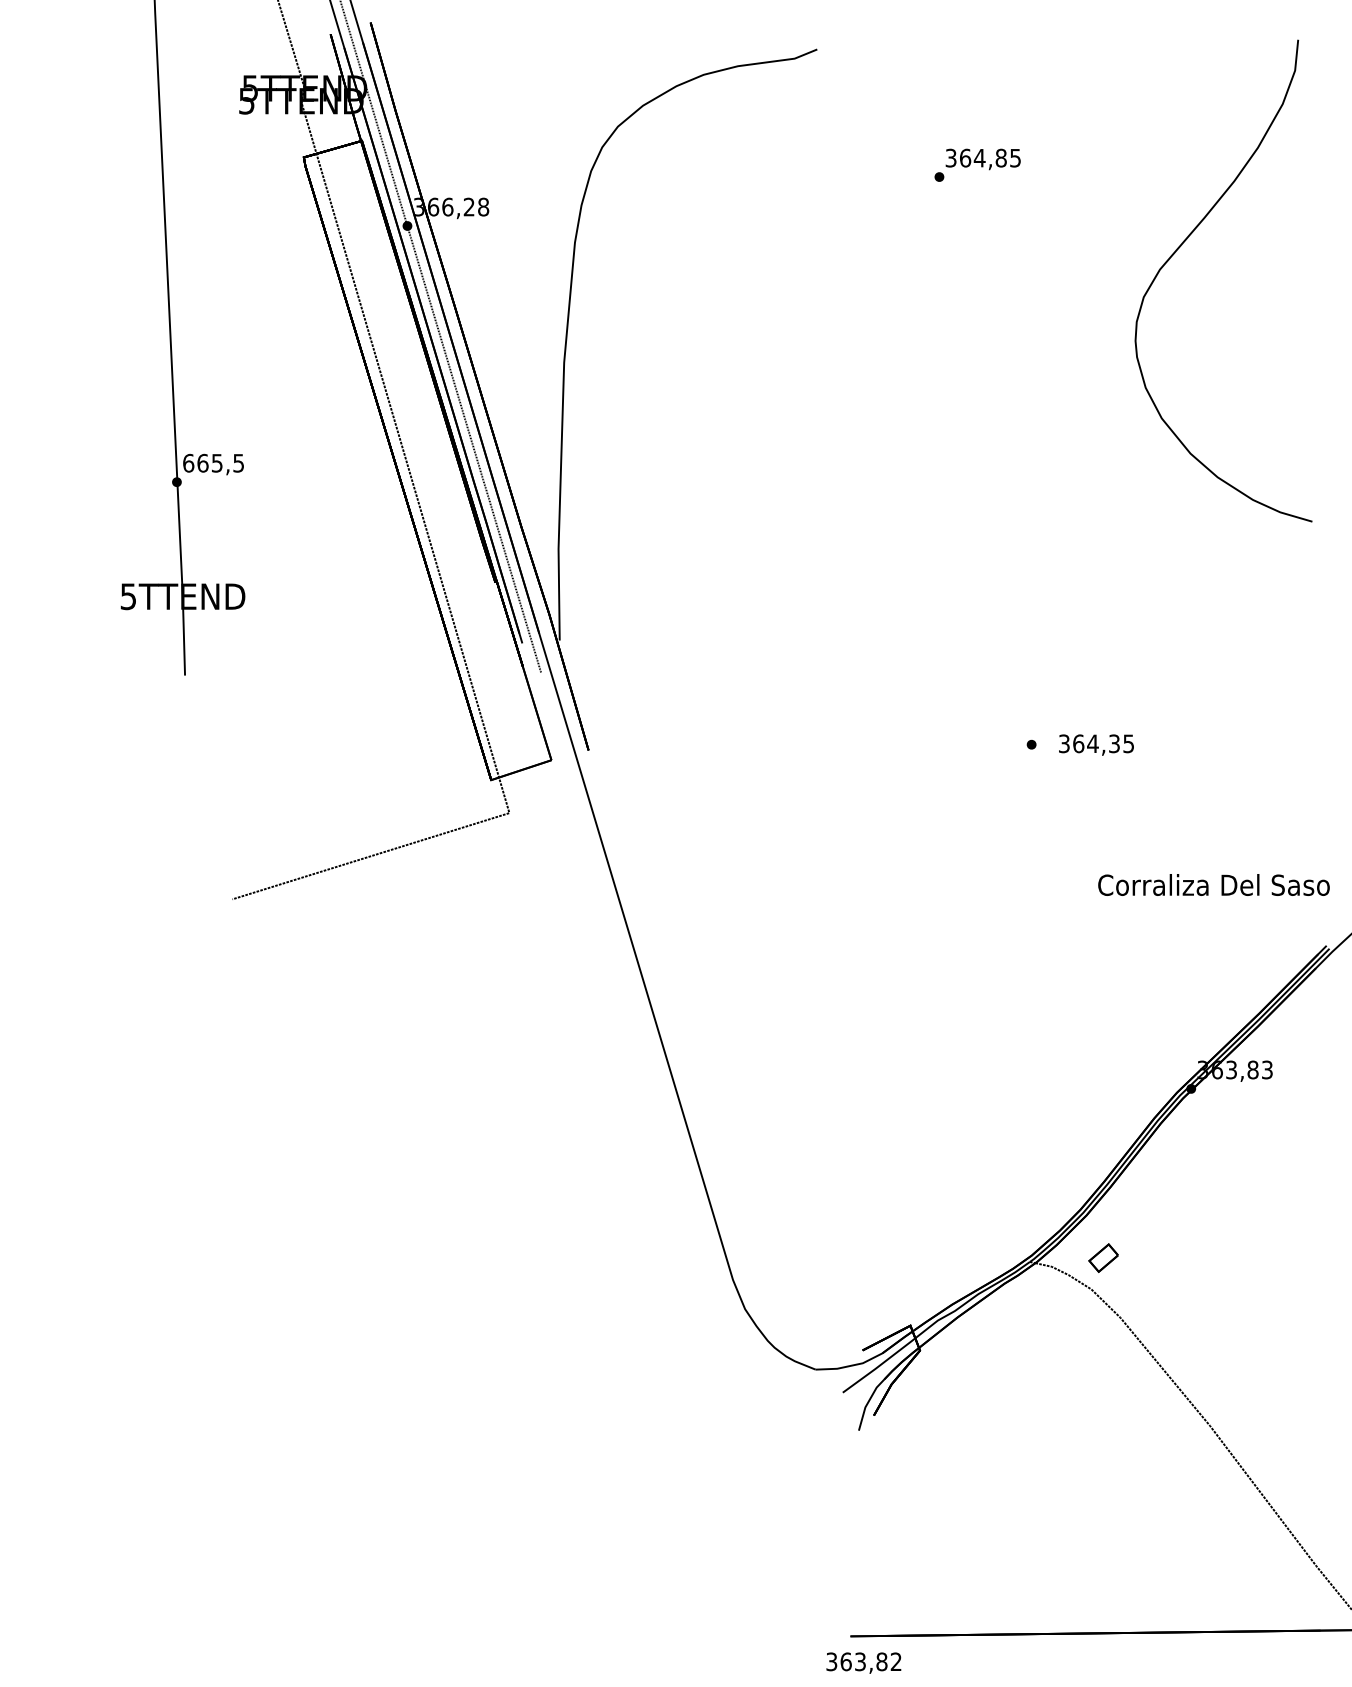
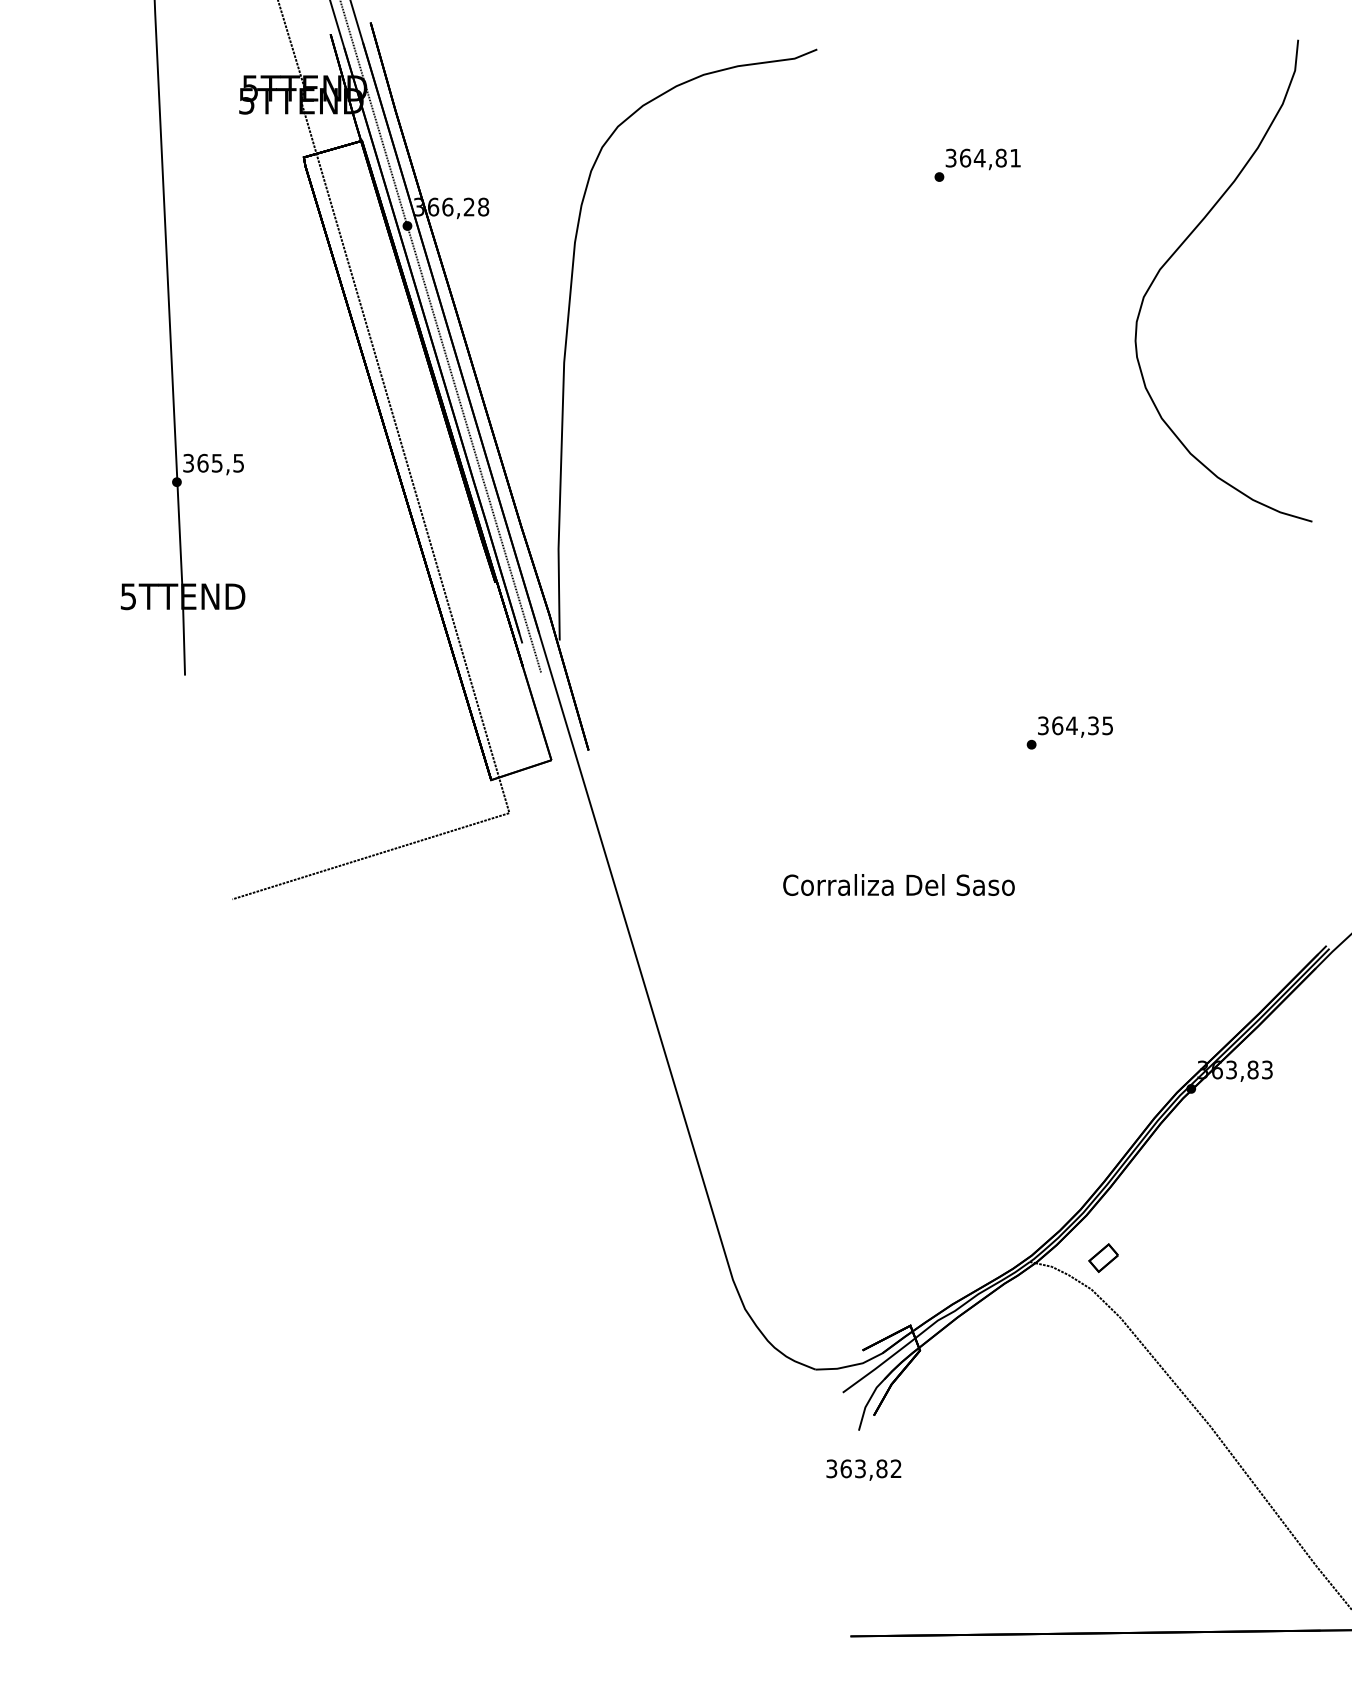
text at (1015, 158): 364,85 -> 364,81
text at (188, 462): 665,5 -> 365,5
text at (1096, 744) position: (1096, 744) -> (1075, 726)
text at (1213, 884) position: (1213, 884) -> (898, 884)
text at (863, 1662) position: (863, 1662) -> (863, 1469)
